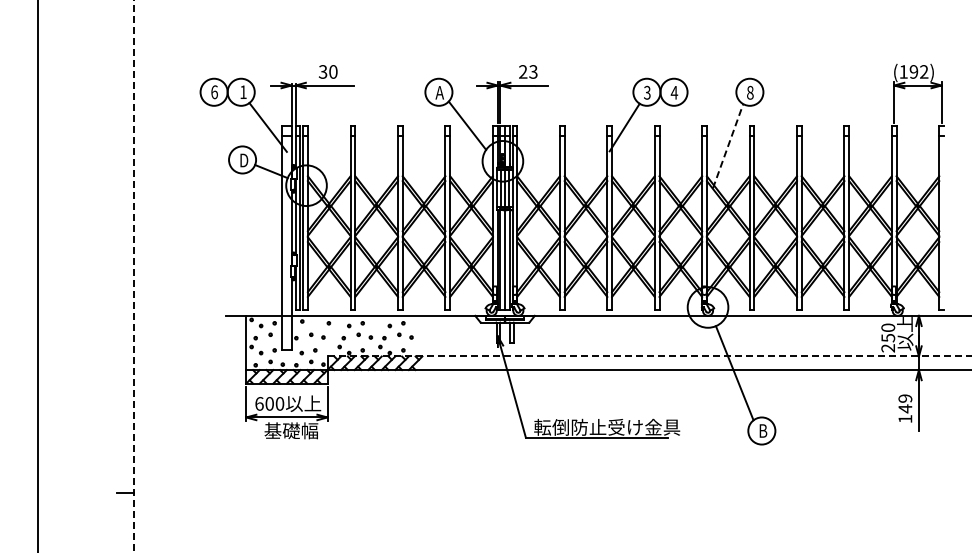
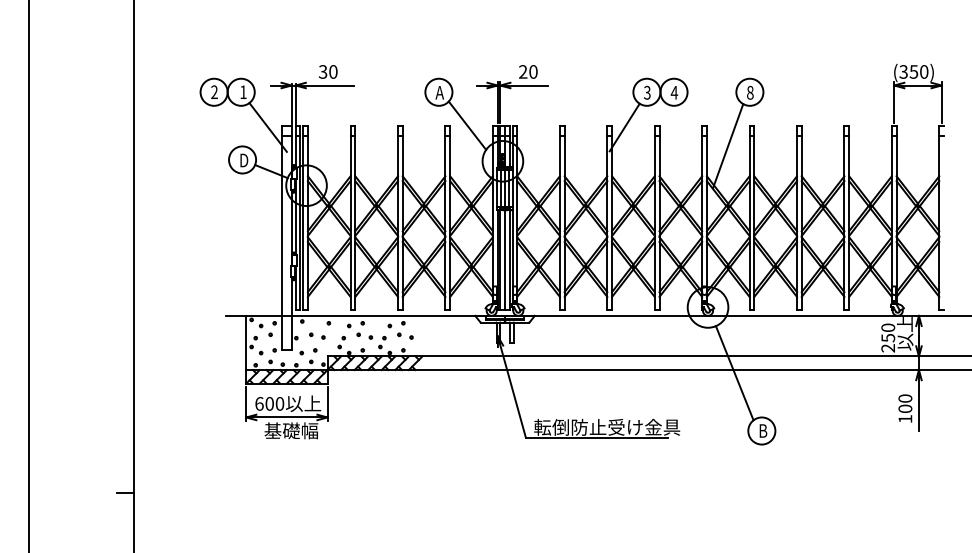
text at (533, 71): 23 -> 20
text at (913, 71): (192) -> (350)
text at (214, 92): 6 -> 2
line at (728, 146): dashed -> solid
line at (38, 275) position: (38, 275) -> (29, 275)
line at (134, 276): dashed -> solid
line at (650, 356): dashed -> solid
text at (905, 403): 149 -> 100
